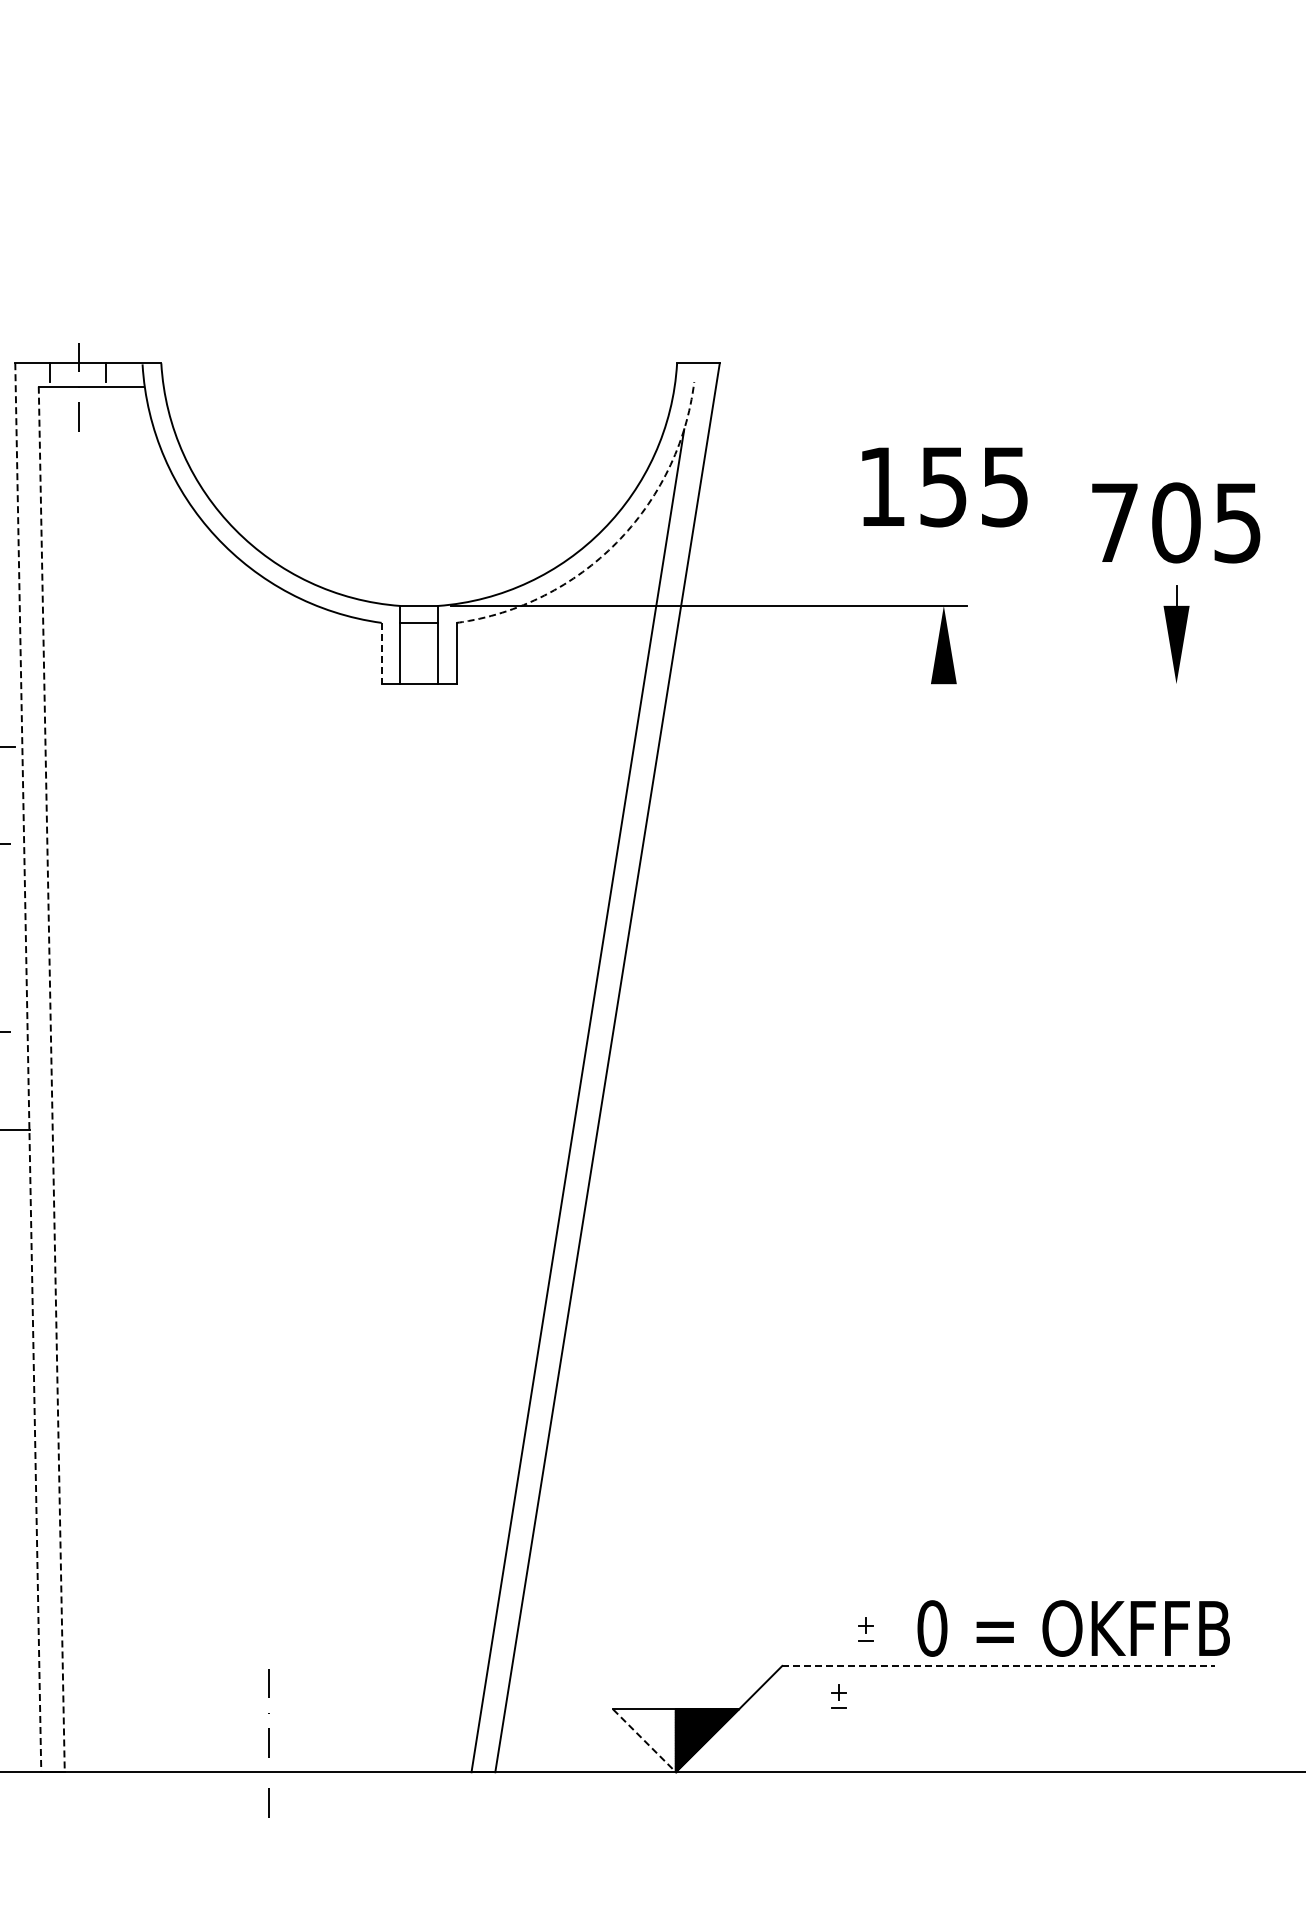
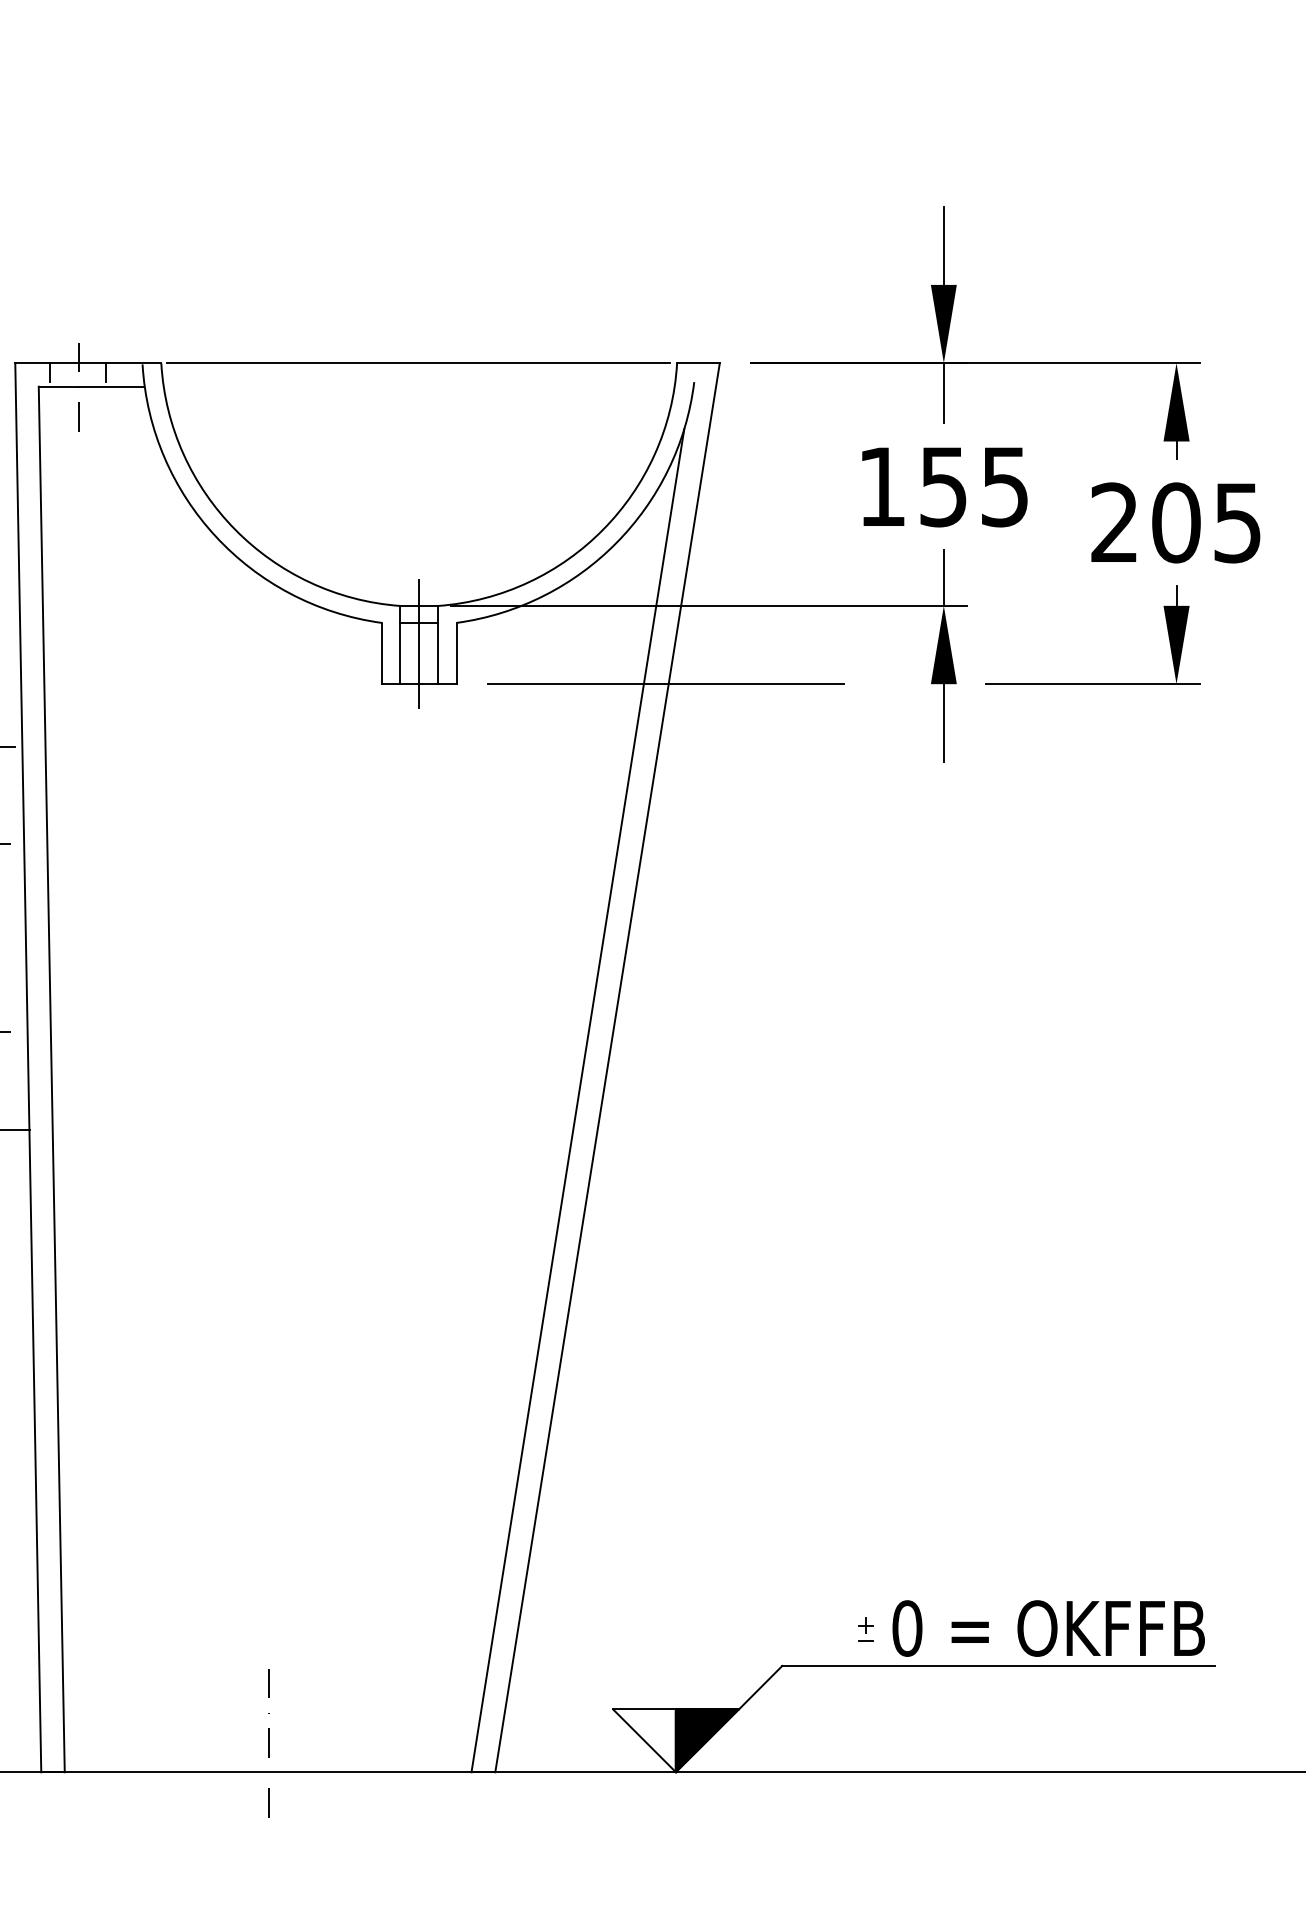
part at (950, 325): none -> present
line at (418, 363): none -> present
text at (1114, 521): 705 -> 205
arc at (616, 542): dashed -> solid
line at (943, 577): none -> present
line at (419, 644): none -> present
line at (381, 653): dashed -> solid
line at (666, 684): none -> present
line at (1092, 684): none -> present
line at (943, 723): none -> present
line at (28, 1067): dashed -> solid
line at (51, 1079): dashed -> solid
text at (1073, 1628) position: (1073, 1628) -> (1048, 1628)
line at (998, 1665): dashed -> solid
part at (838, 1696): present -> none
line at (644, 1741): dashed -> solid
